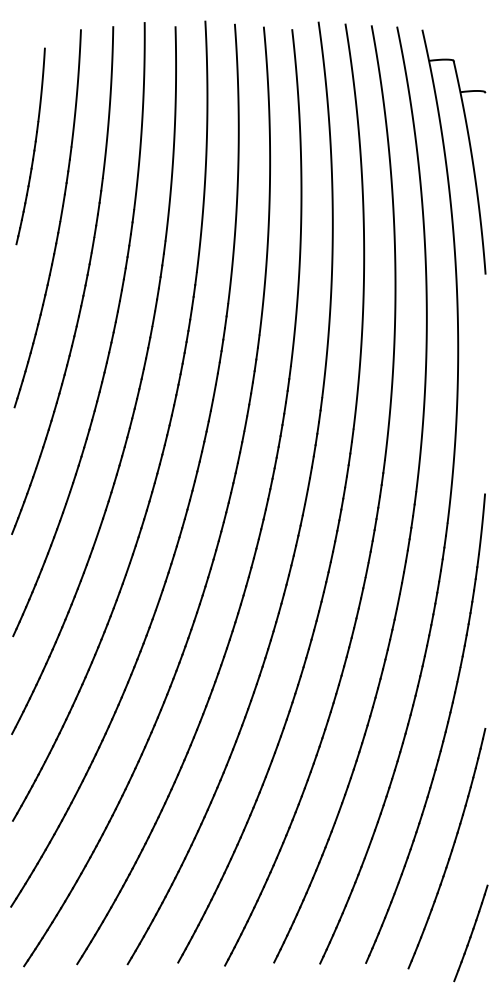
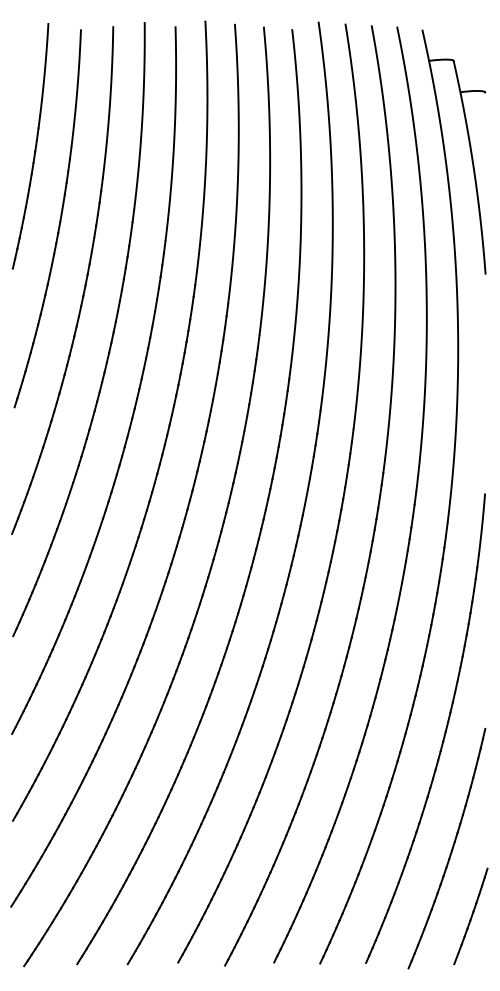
part at (30, 146) size: 31x199 px -> 38x247 px
line at (470, 933) position: (470, 933) -> (470, 916)
